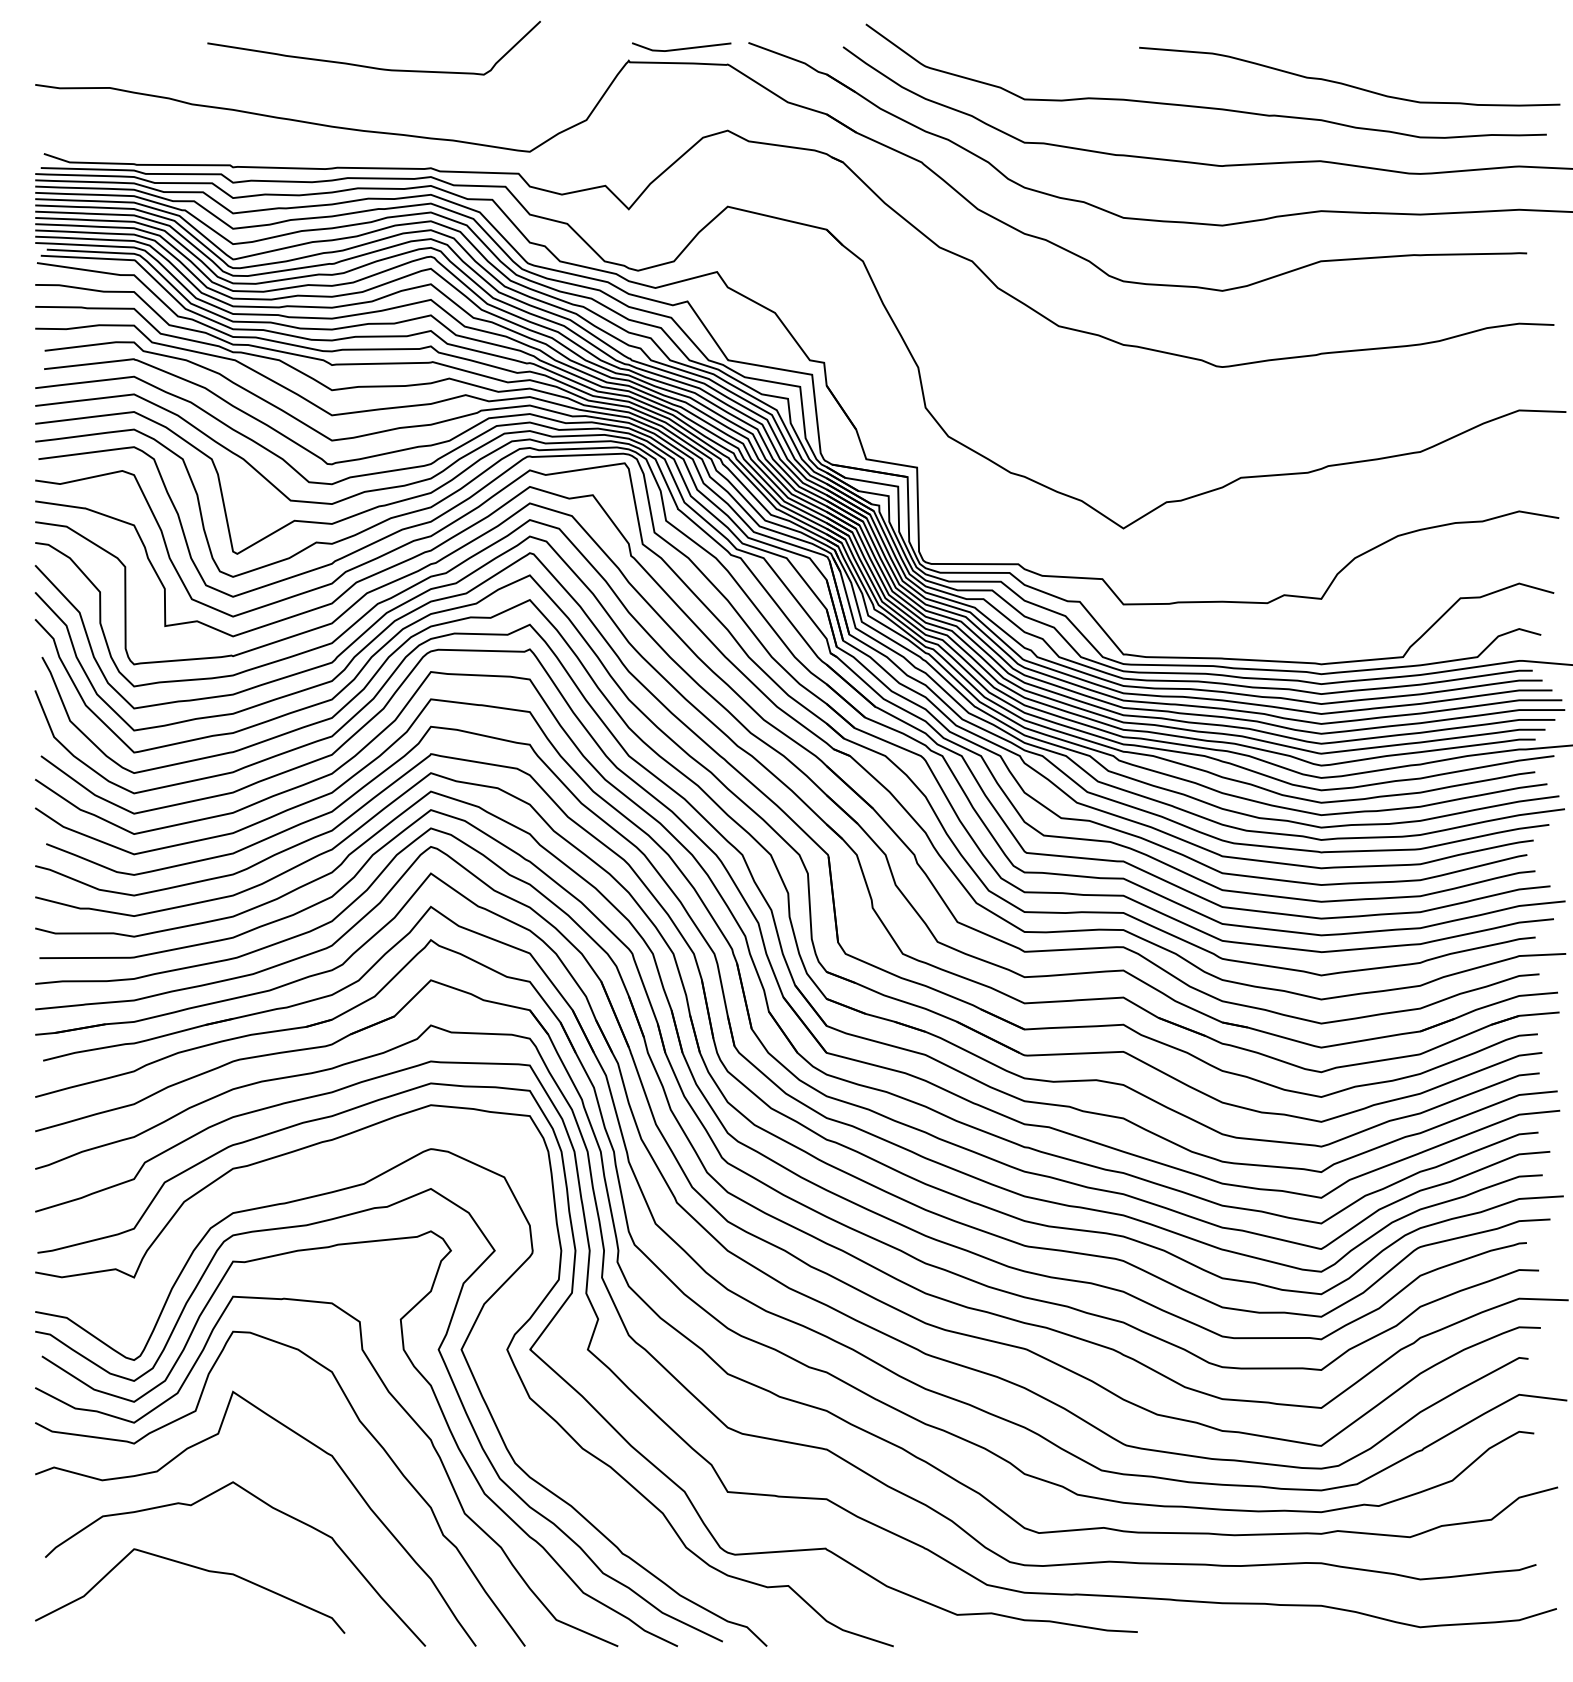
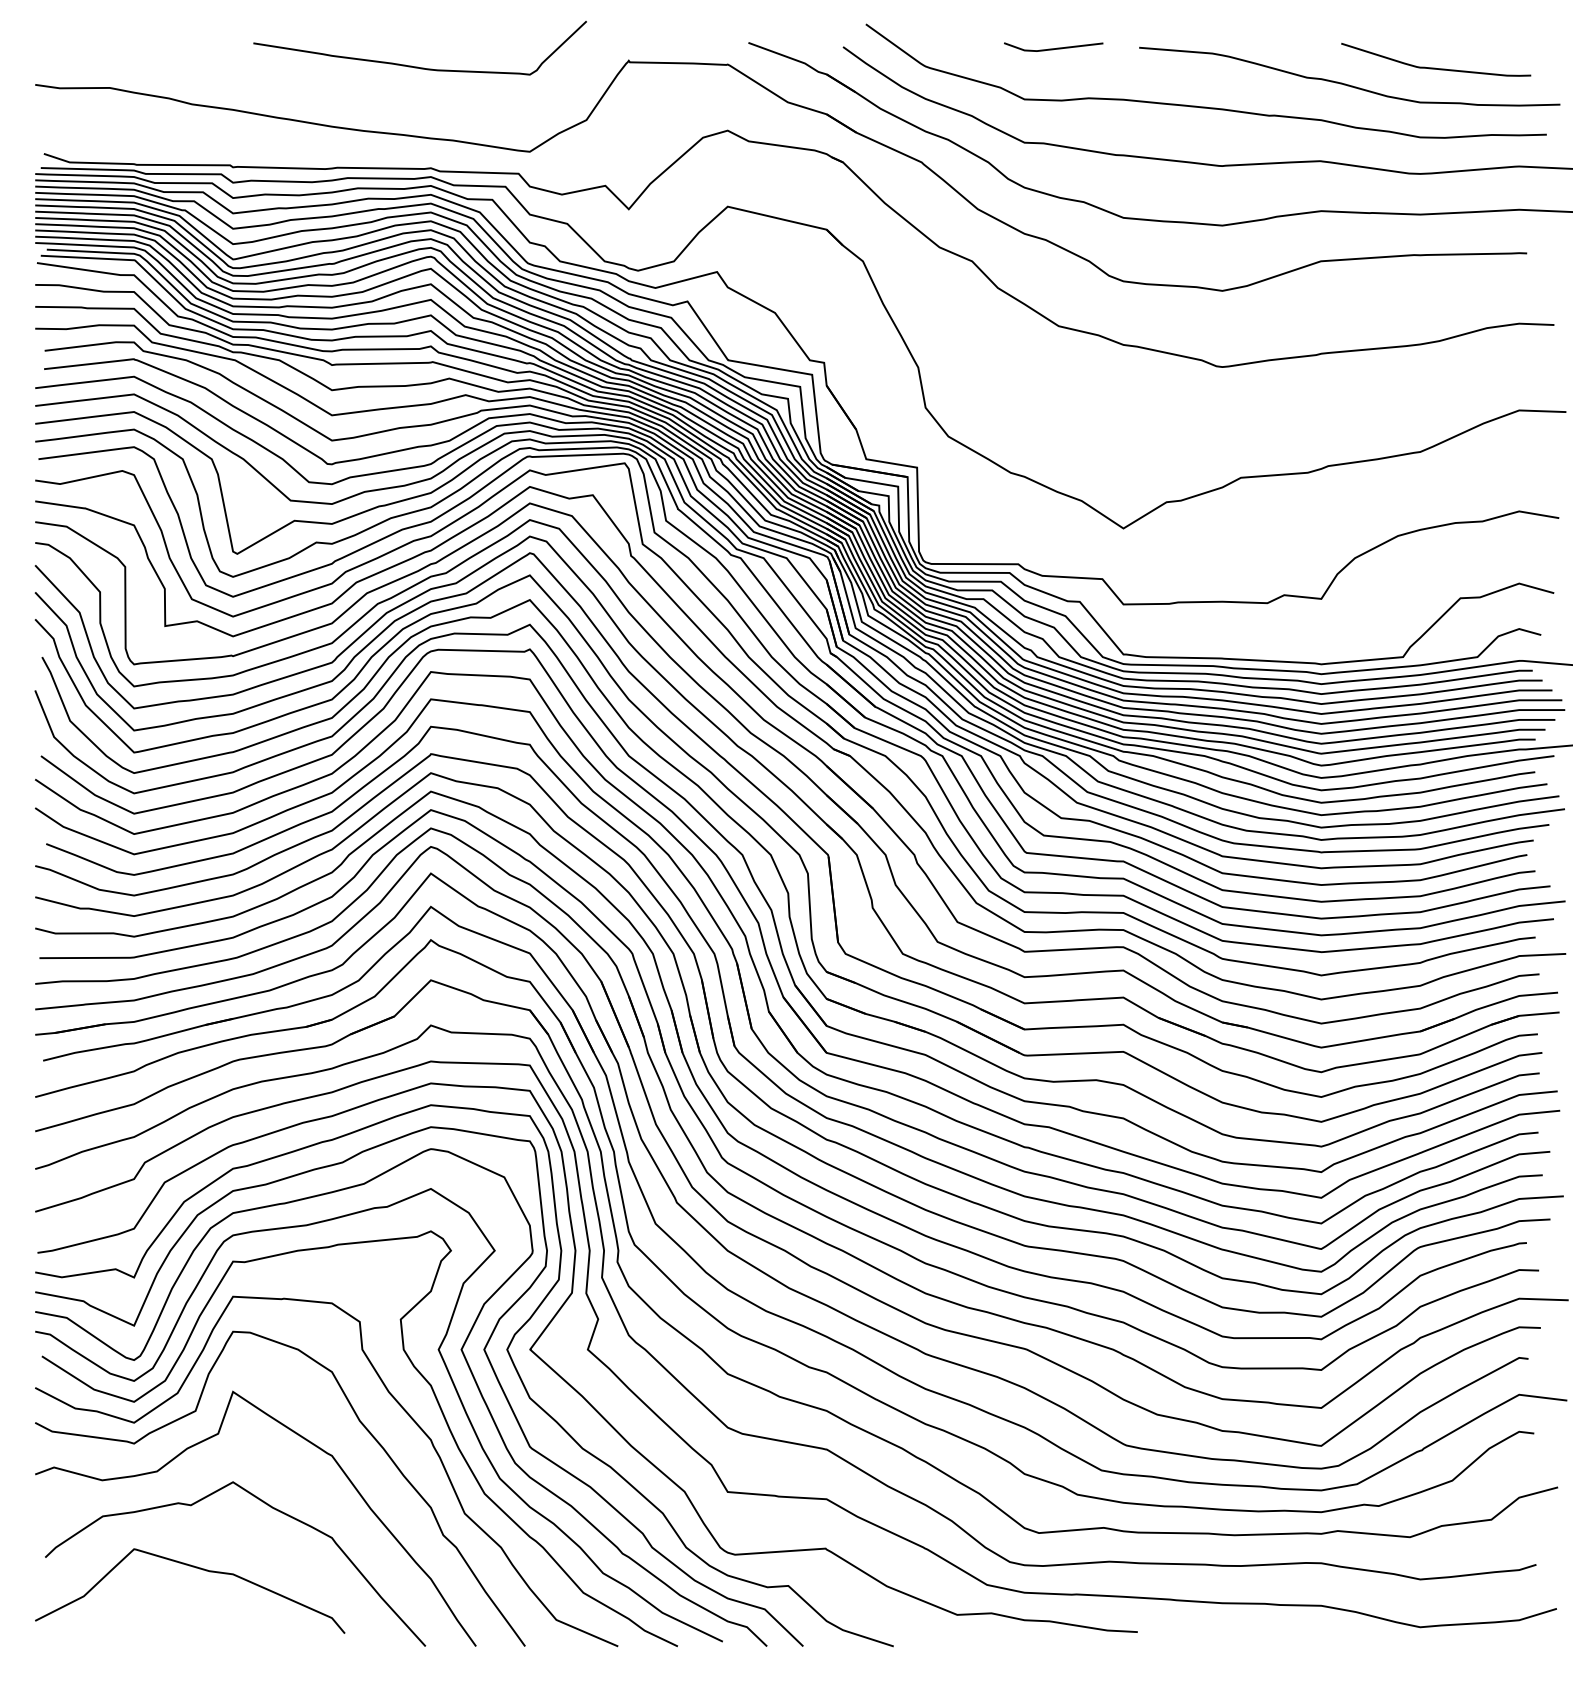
line at (681, 48) position: (681, 48) -> (1053, 48)
curve at (371, 66) position: (371, 66) -> (417, 66)
curve at (1435, 67): none -> present
curve at (485, 1355): none -> present
